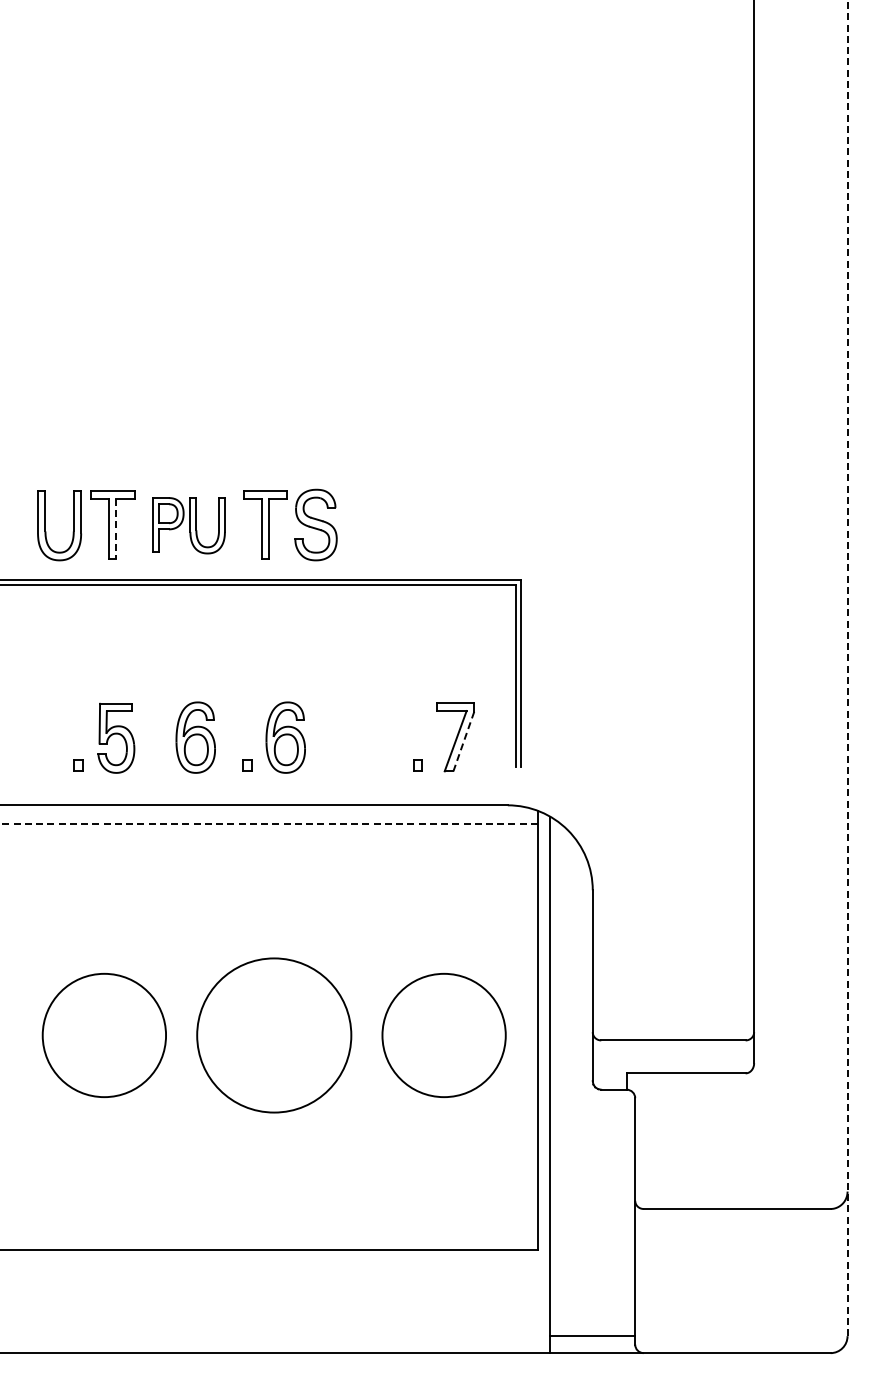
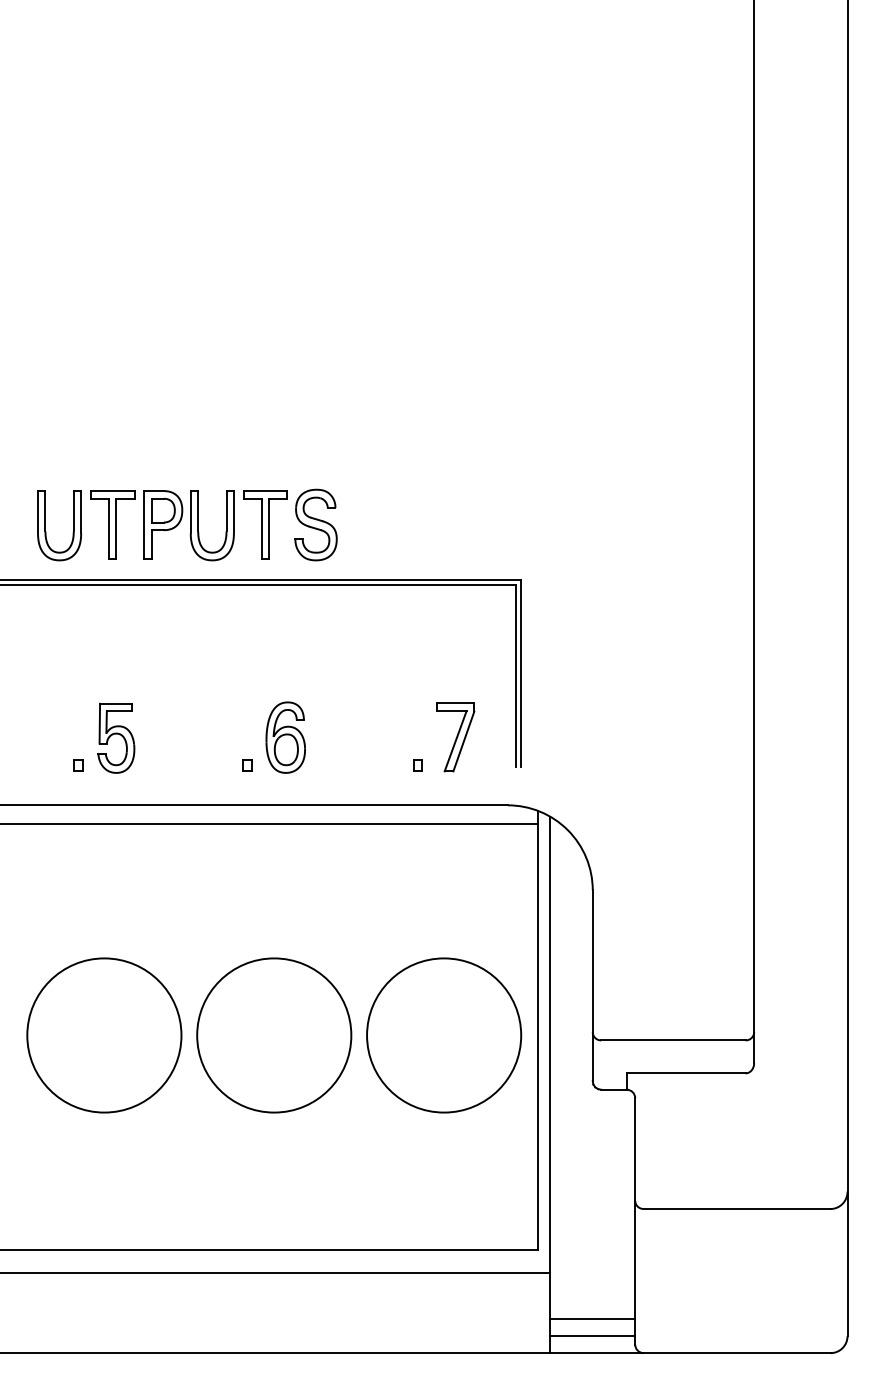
part at (188, 525) size: 74x58 px -> 92x72 px
line at (116, 529): dashed -> solid
line at (847, 668): dashed -> solid
part at (195, 737): present -> none
line at (463, 741): dashed -> solid
line at (269, 824): dashed -> solid
circle at (104, 1035) diameter: 123 px -> 154 px
circle at (443, 1035) diameter: 123 px -> 154 px
line at (276, 1273): none -> present
line at (592, 1319): none -> present
